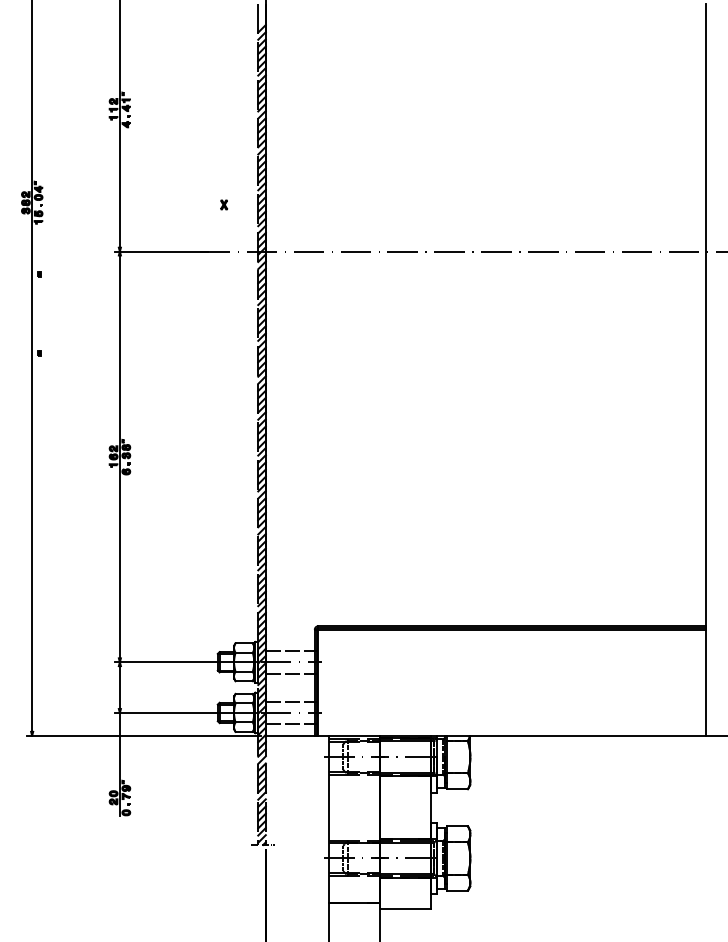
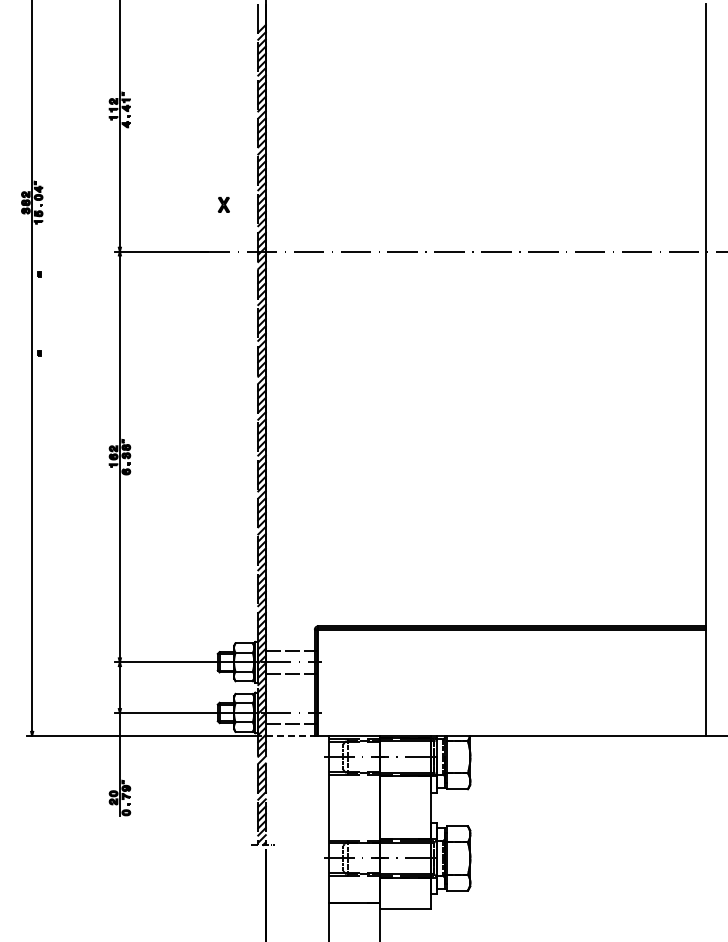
part at (224, 204) size: 9x12 px -> 13x16 px
line at (290, 701): present -> none
line at (290, 735): solid -> dashed
